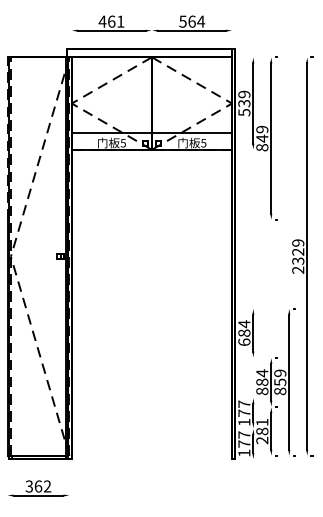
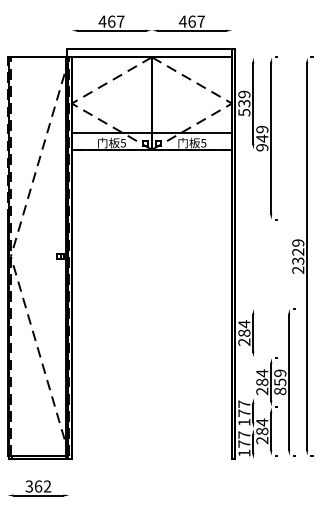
text at (120, 21): 461 -> 467
text at (192, 21): 564 -> 467
text at (262, 147): 849 -> 949
text at (244, 341): 684 -> 284
text at (262, 391): 884 -> 284
text at (262, 422): 281 -> 284
